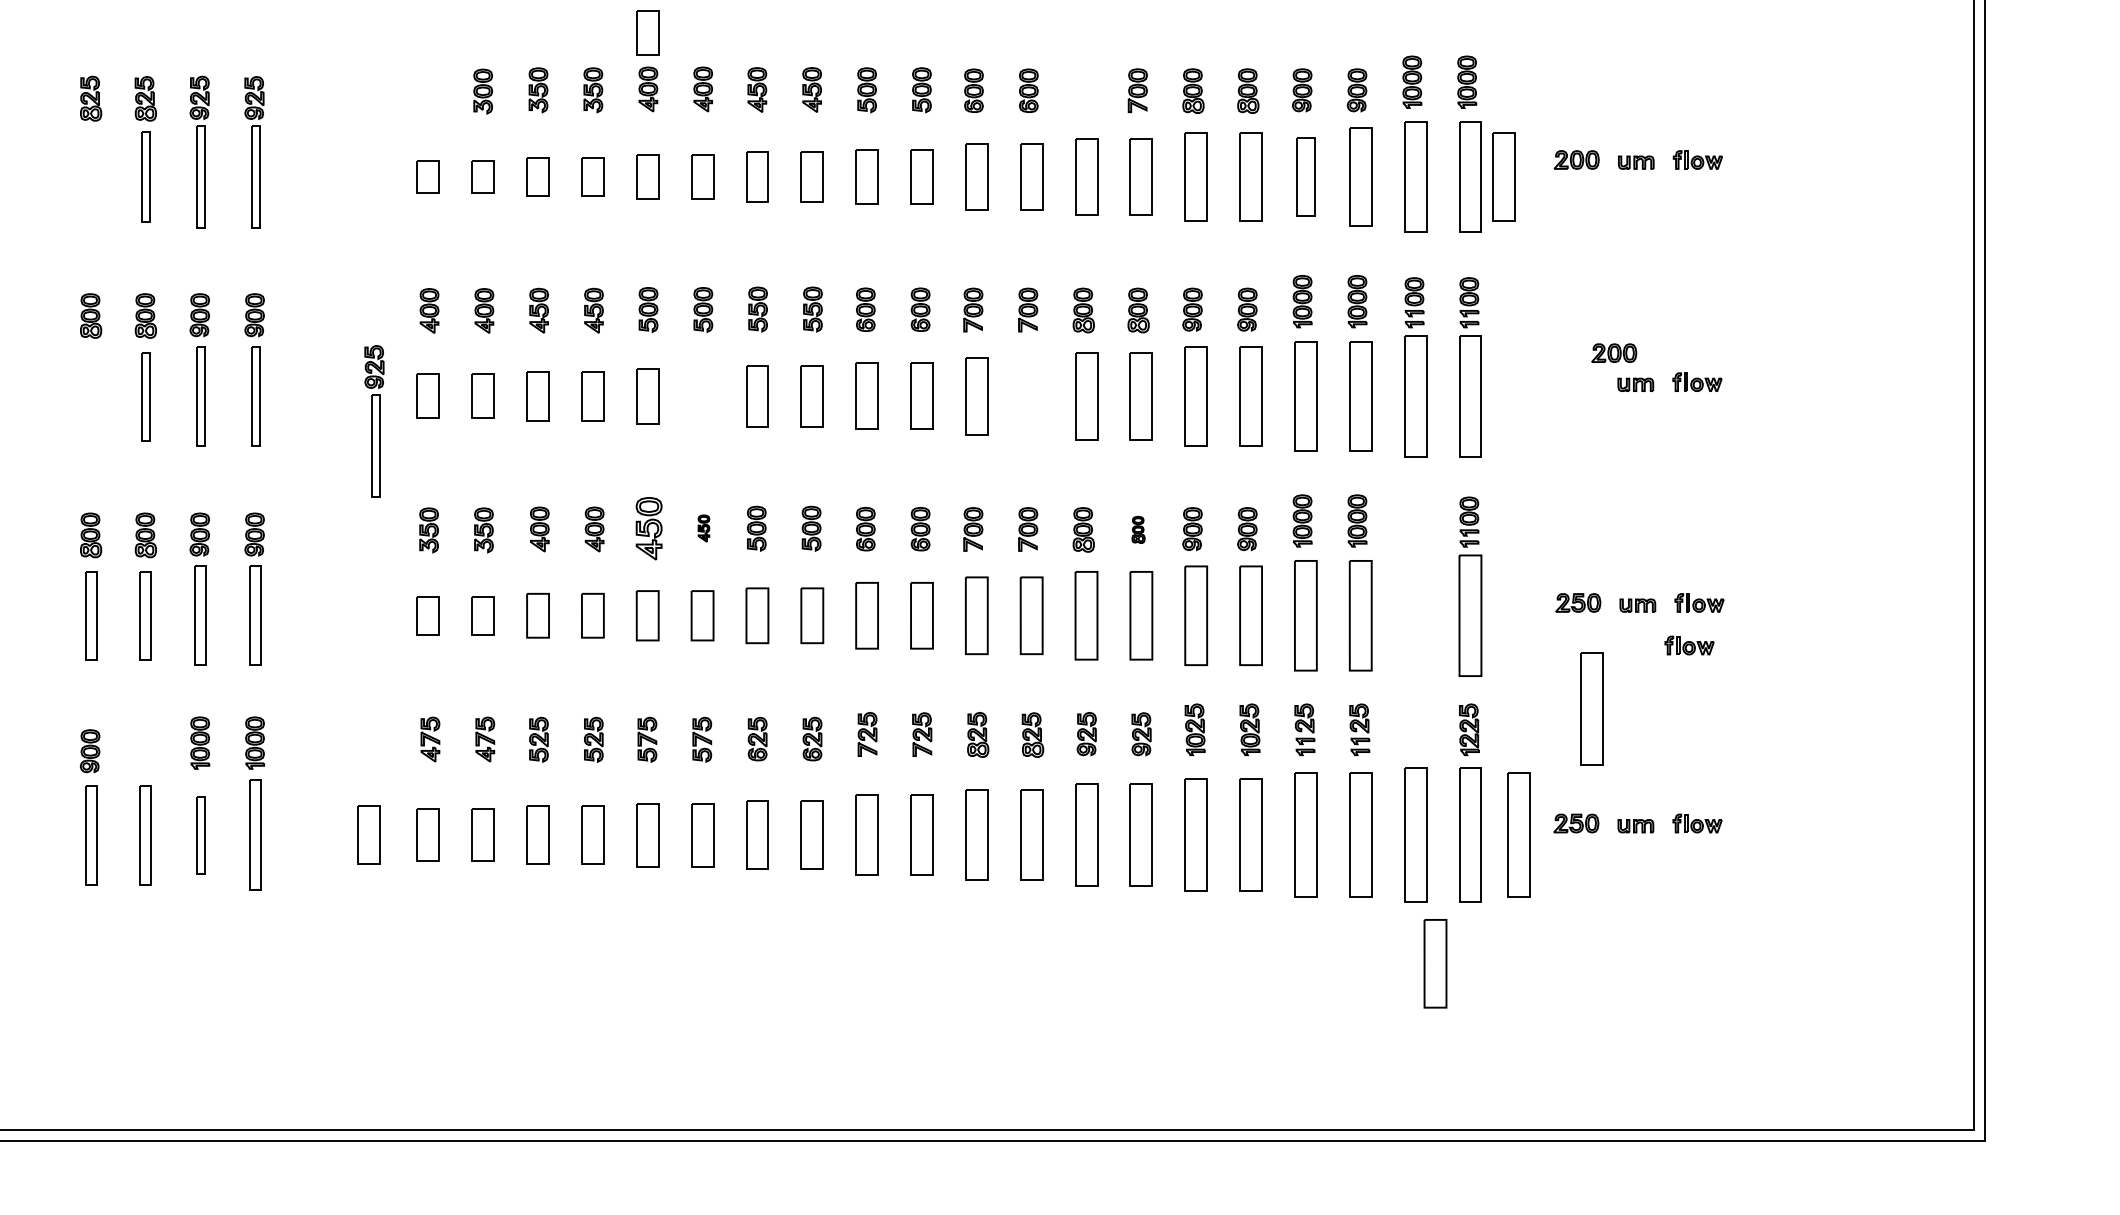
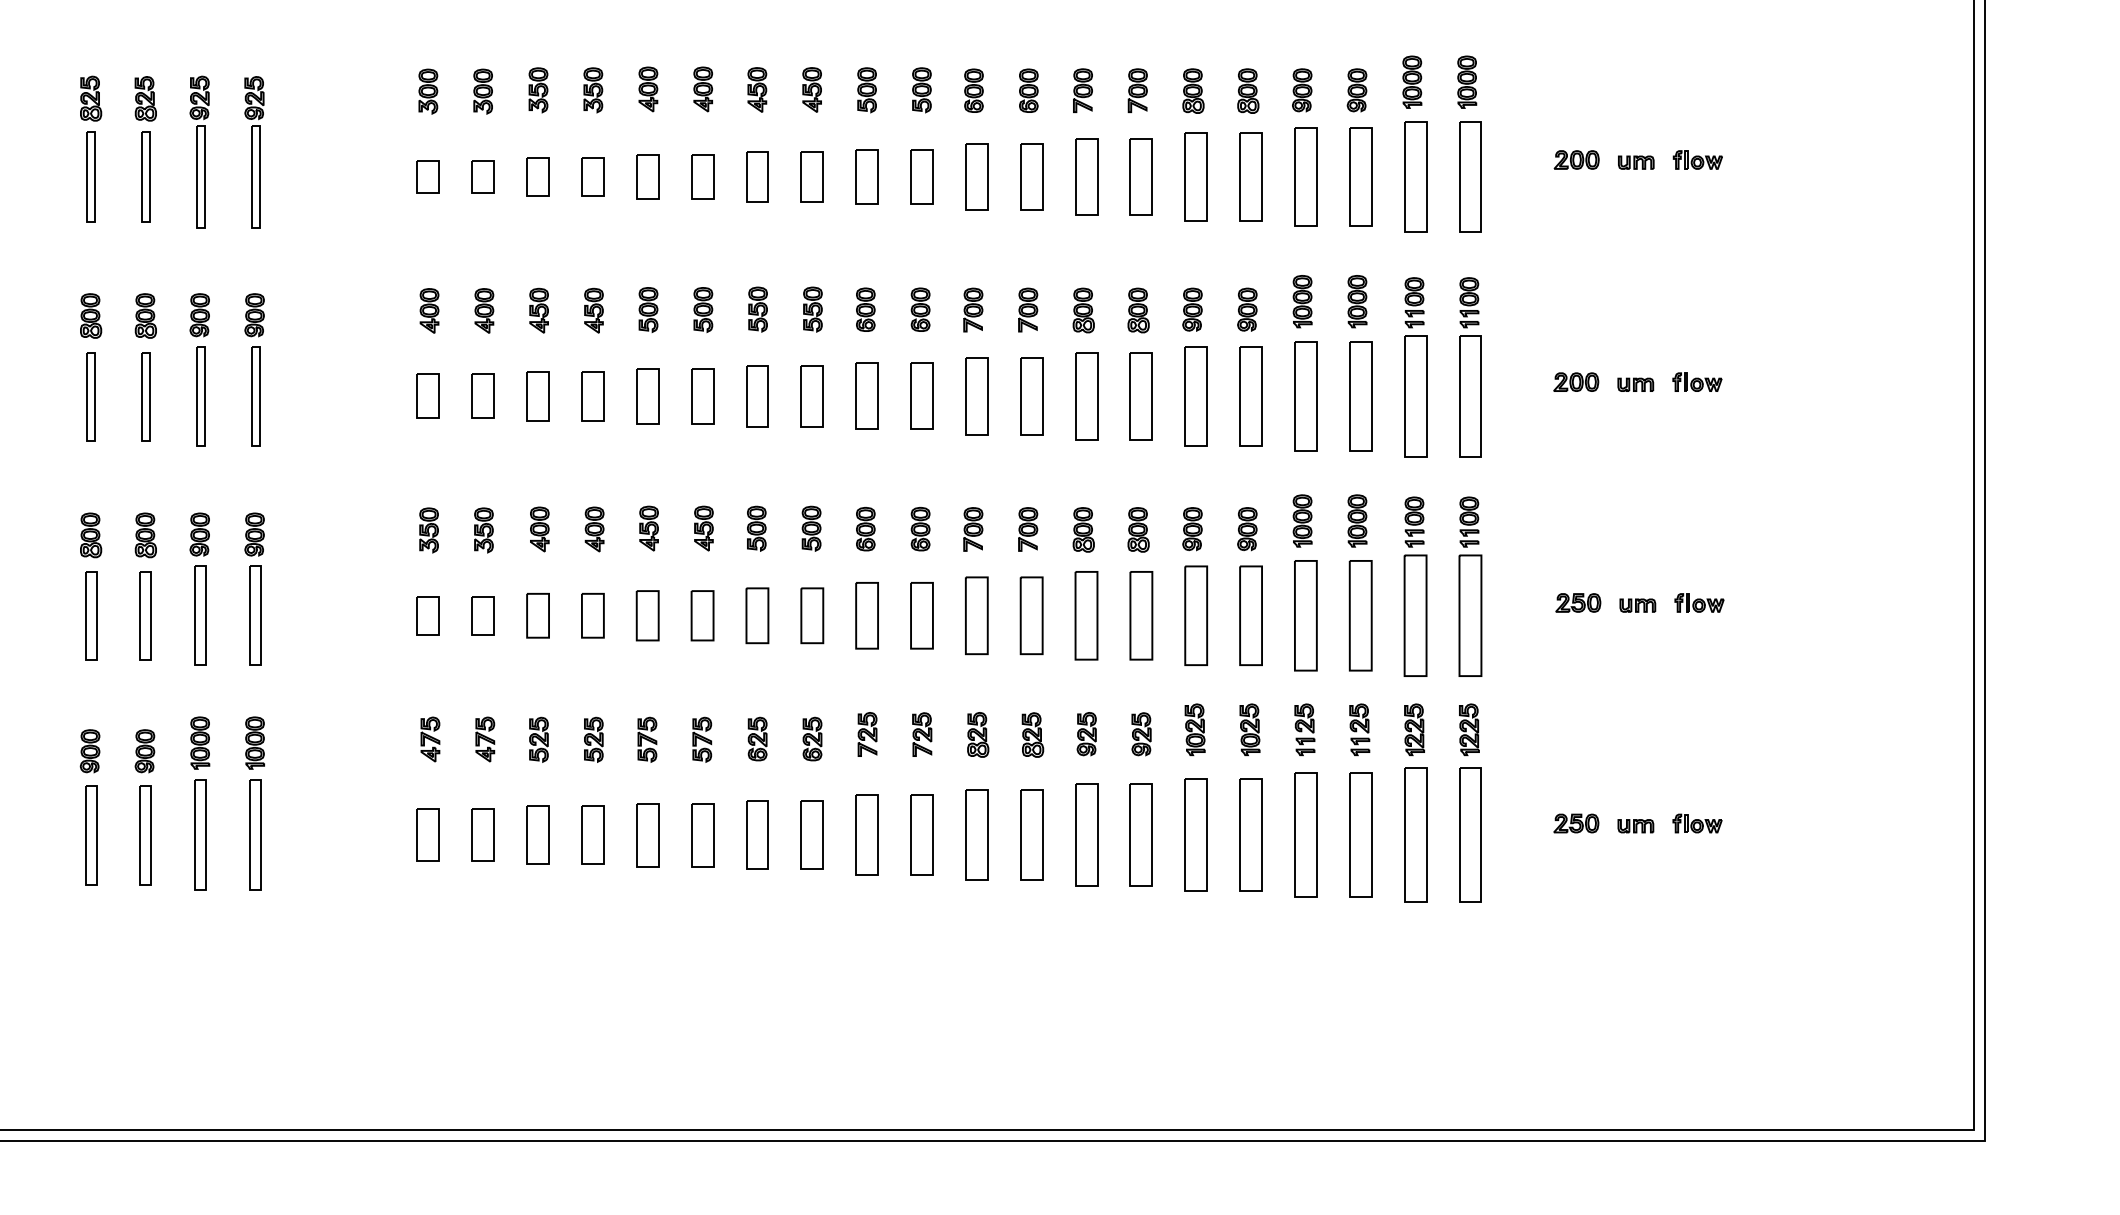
part at (647, 32): present -> none
part at (1082, 90): none -> present
part at (428, 91): none -> present
part at (90, 176): none -> present
part at (1305, 176) size: 20x80 px -> 24x100 px
part at (1503, 176): present -> none
part at (1614, 352) position: (1614, 352) -> (1576, 381)
part at (90, 396): none -> present
part at (702, 396): none -> present
part at (1031, 396): none -> present
part at (374, 421): present -> none
part at (648, 528) size: 28x64 px -> 20x47 px
part at (703, 528) size: 14x29 px -> 20x47 px
part at (1138, 529) size: 15x29 px -> 23x46 px
part at (1415, 586): none -> present
part at (1689, 645): present -> none
part at (1591, 708): present -> none
part at (1414, 729): none -> present
part at (144, 751): none -> present
part at (368, 834): present -> none
part at (1518, 834): present -> none
part at (200, 835) size: 10x79 px -> 13x112 px
part at (1435, 963): present -> none
